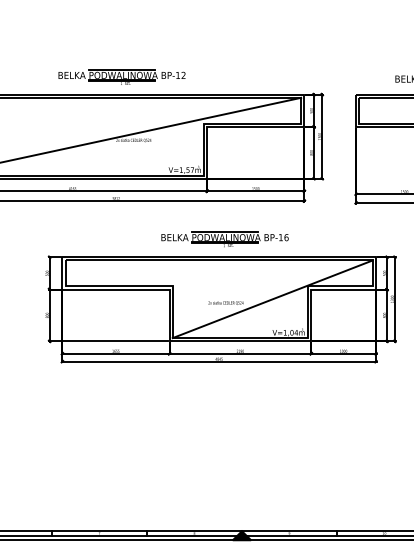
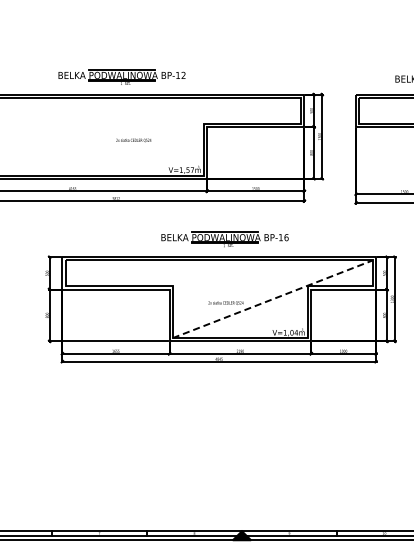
line at (151, 129): present -> none
line at (273, 299): solid -> dashed
